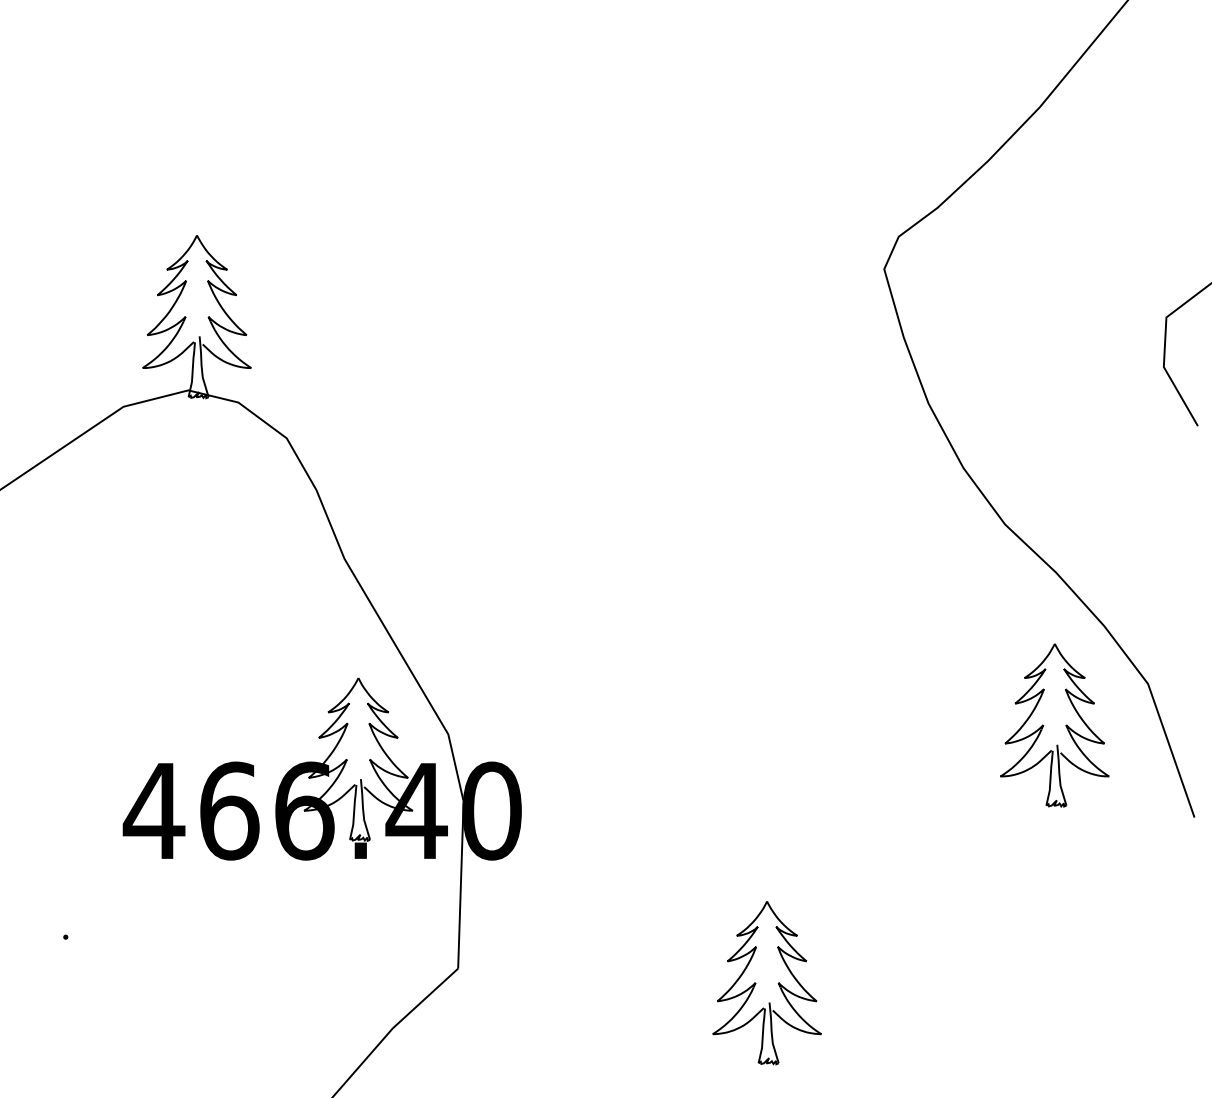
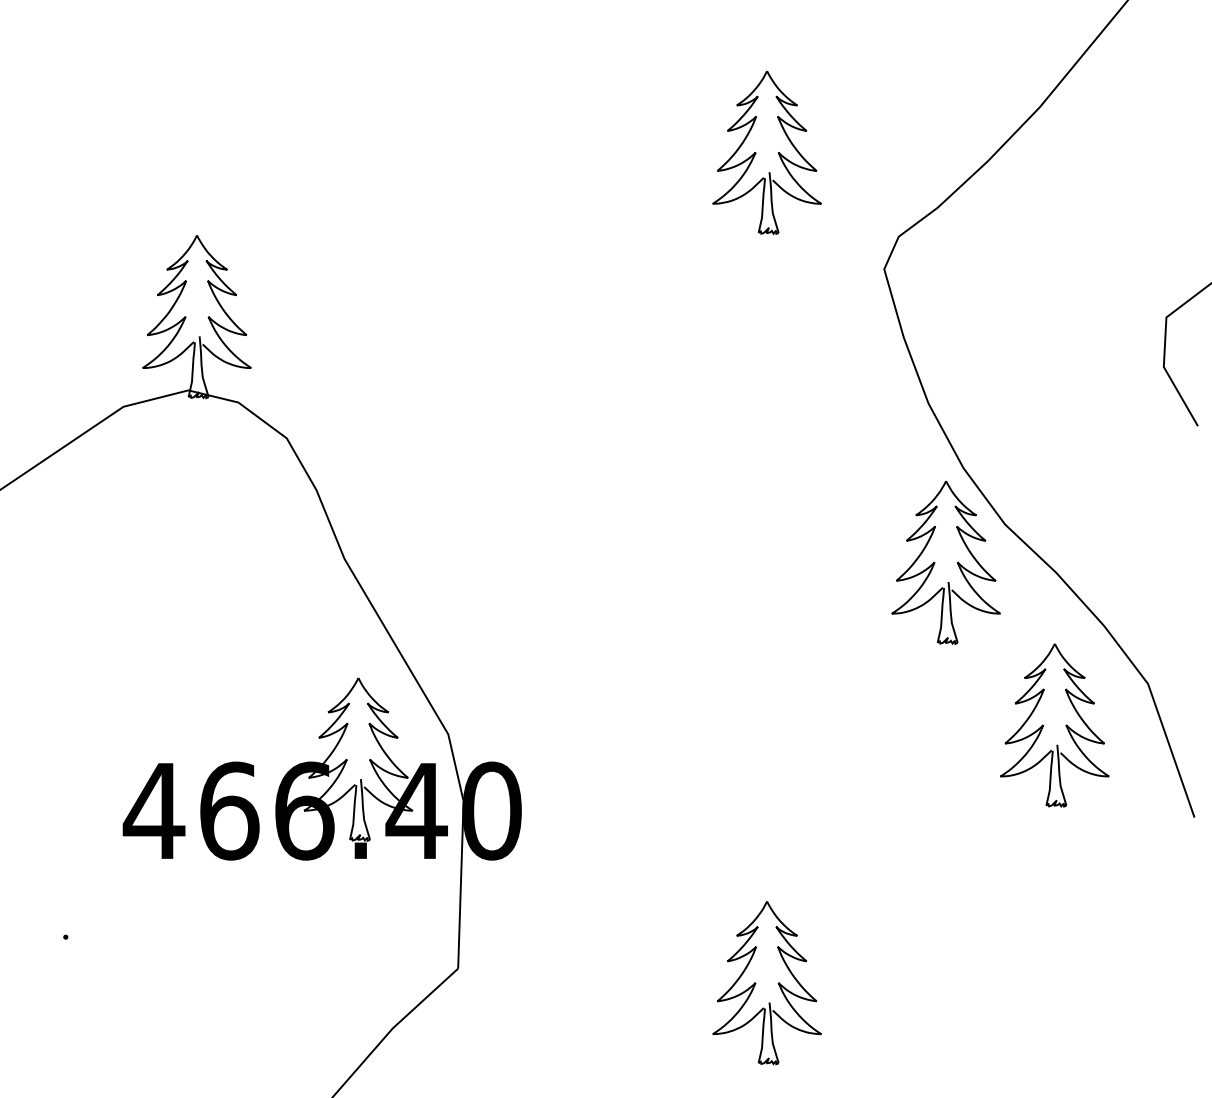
part at (766, 152): none -> present
part at (945, 562): none -> present
